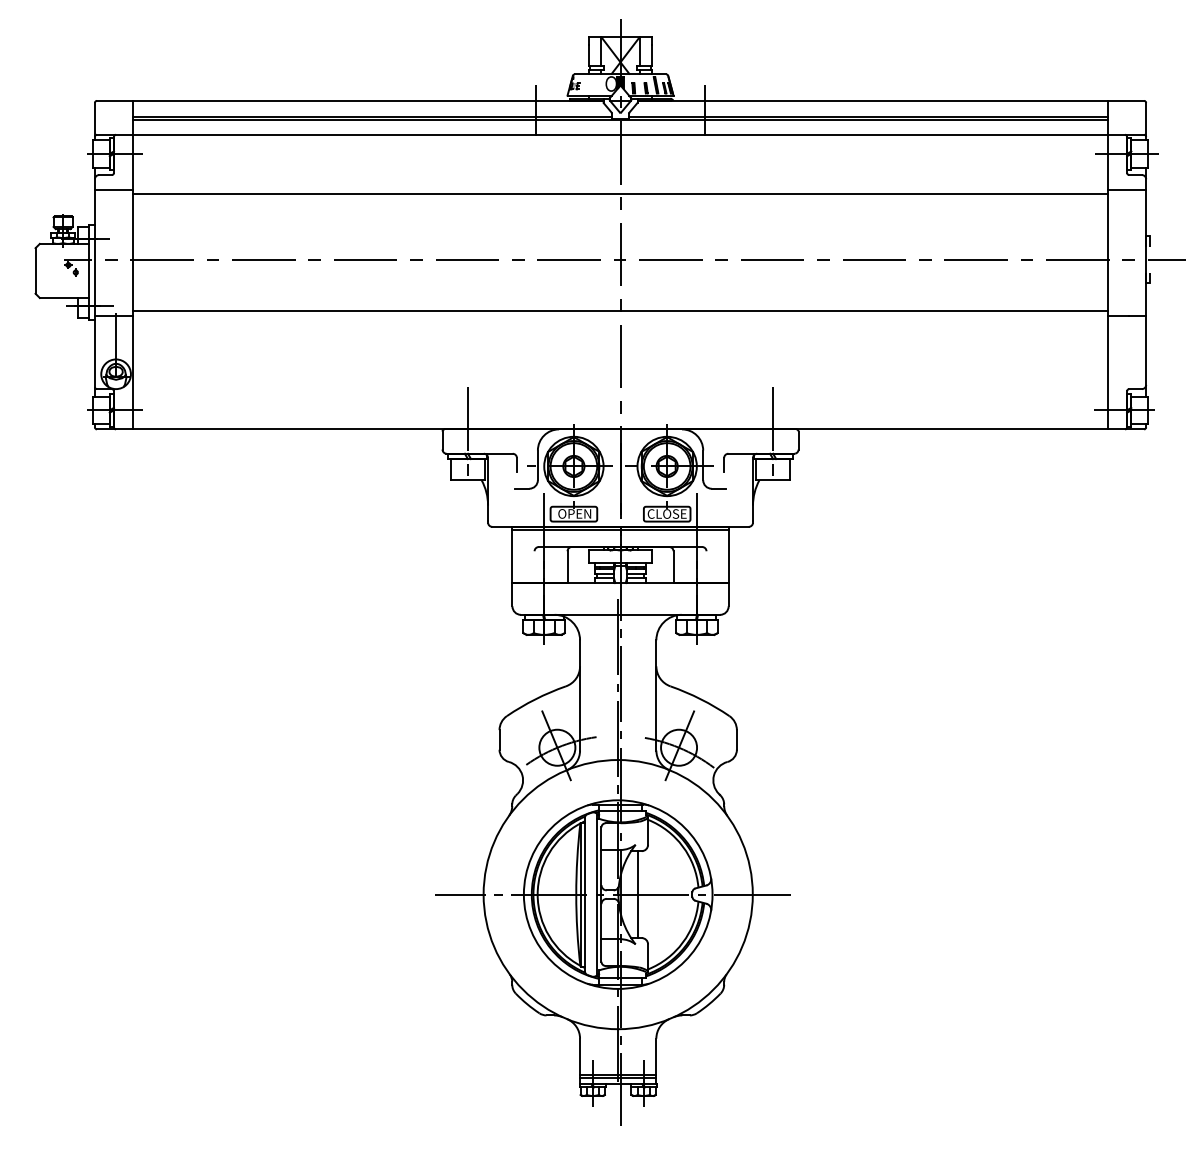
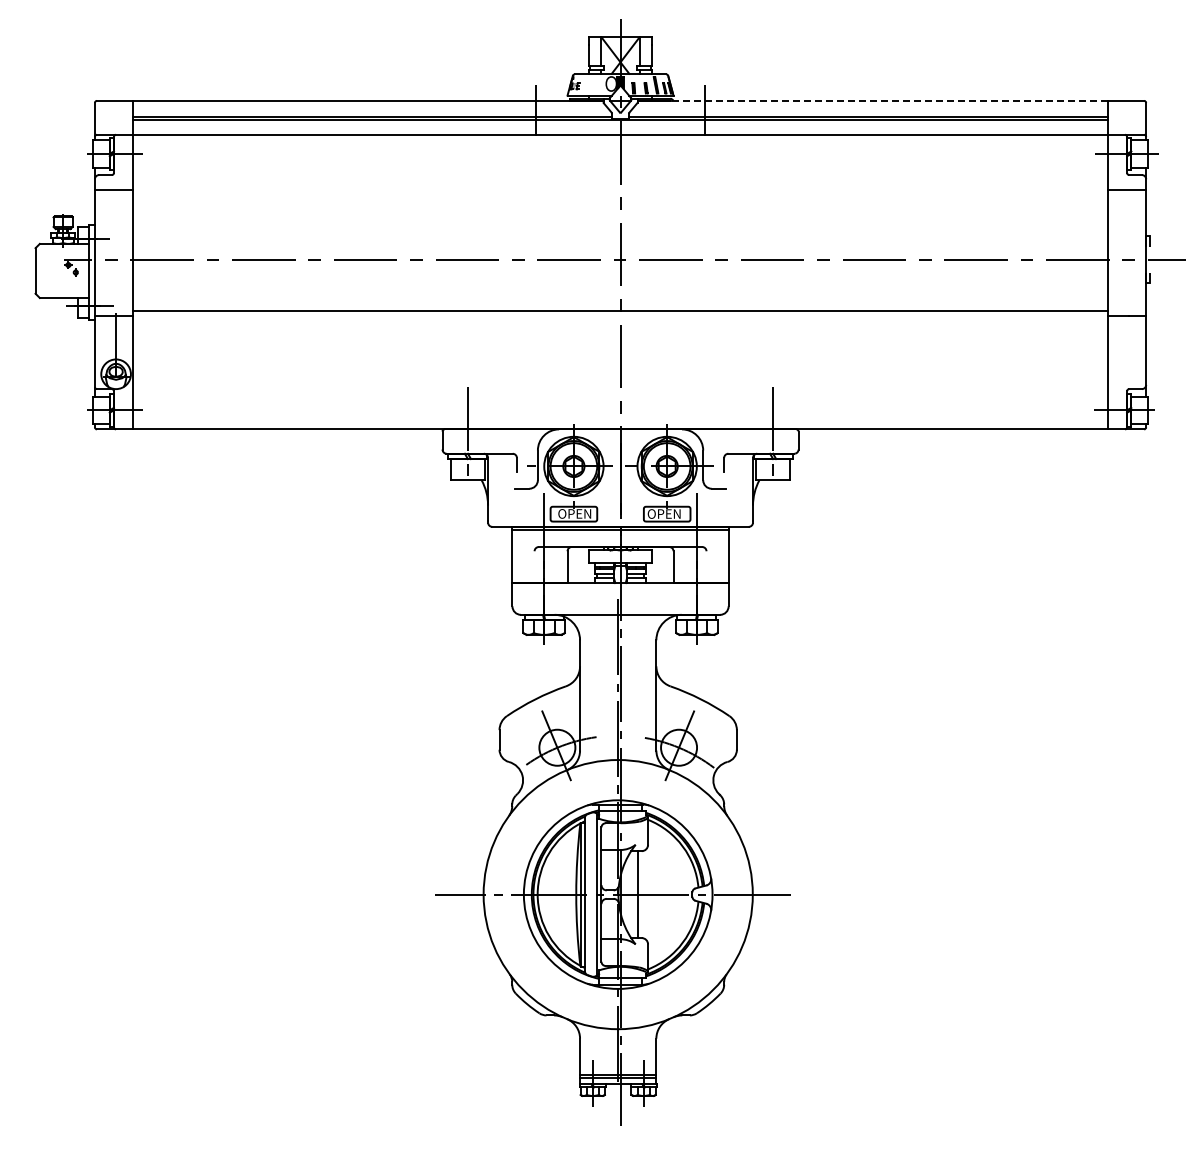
line at (872, 100): solid -> dashed
line at (620, 193): present -> none
text at (669, 513): CLOSE -> OPEN
